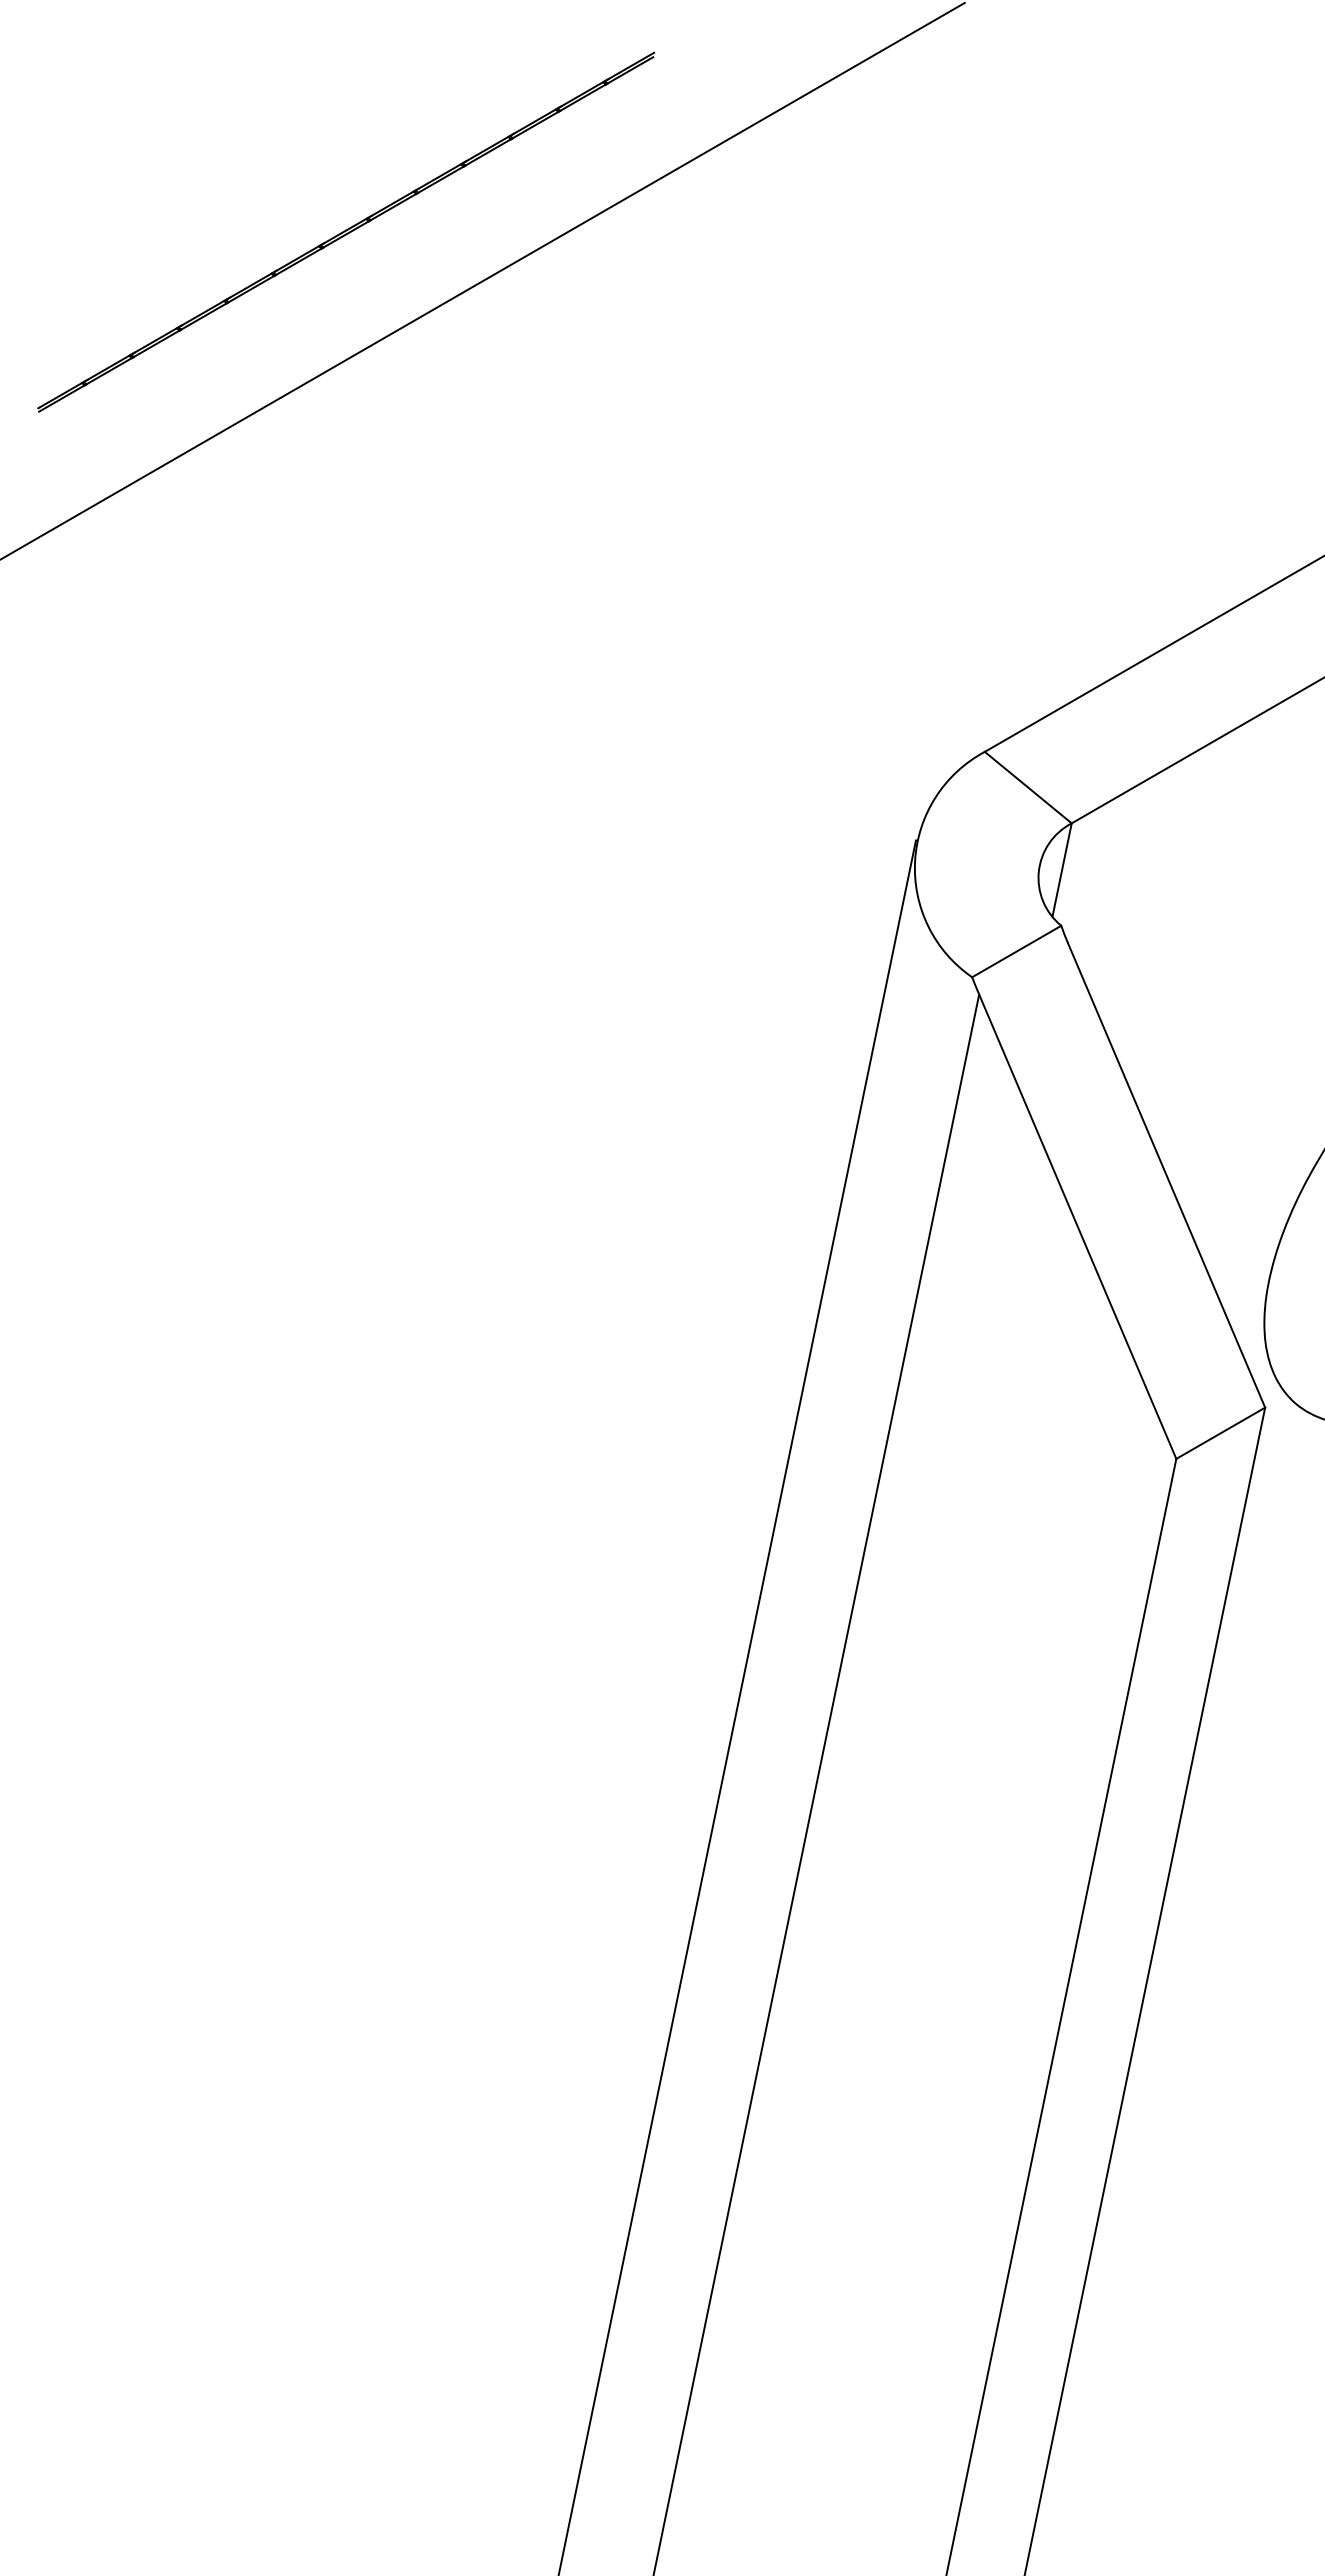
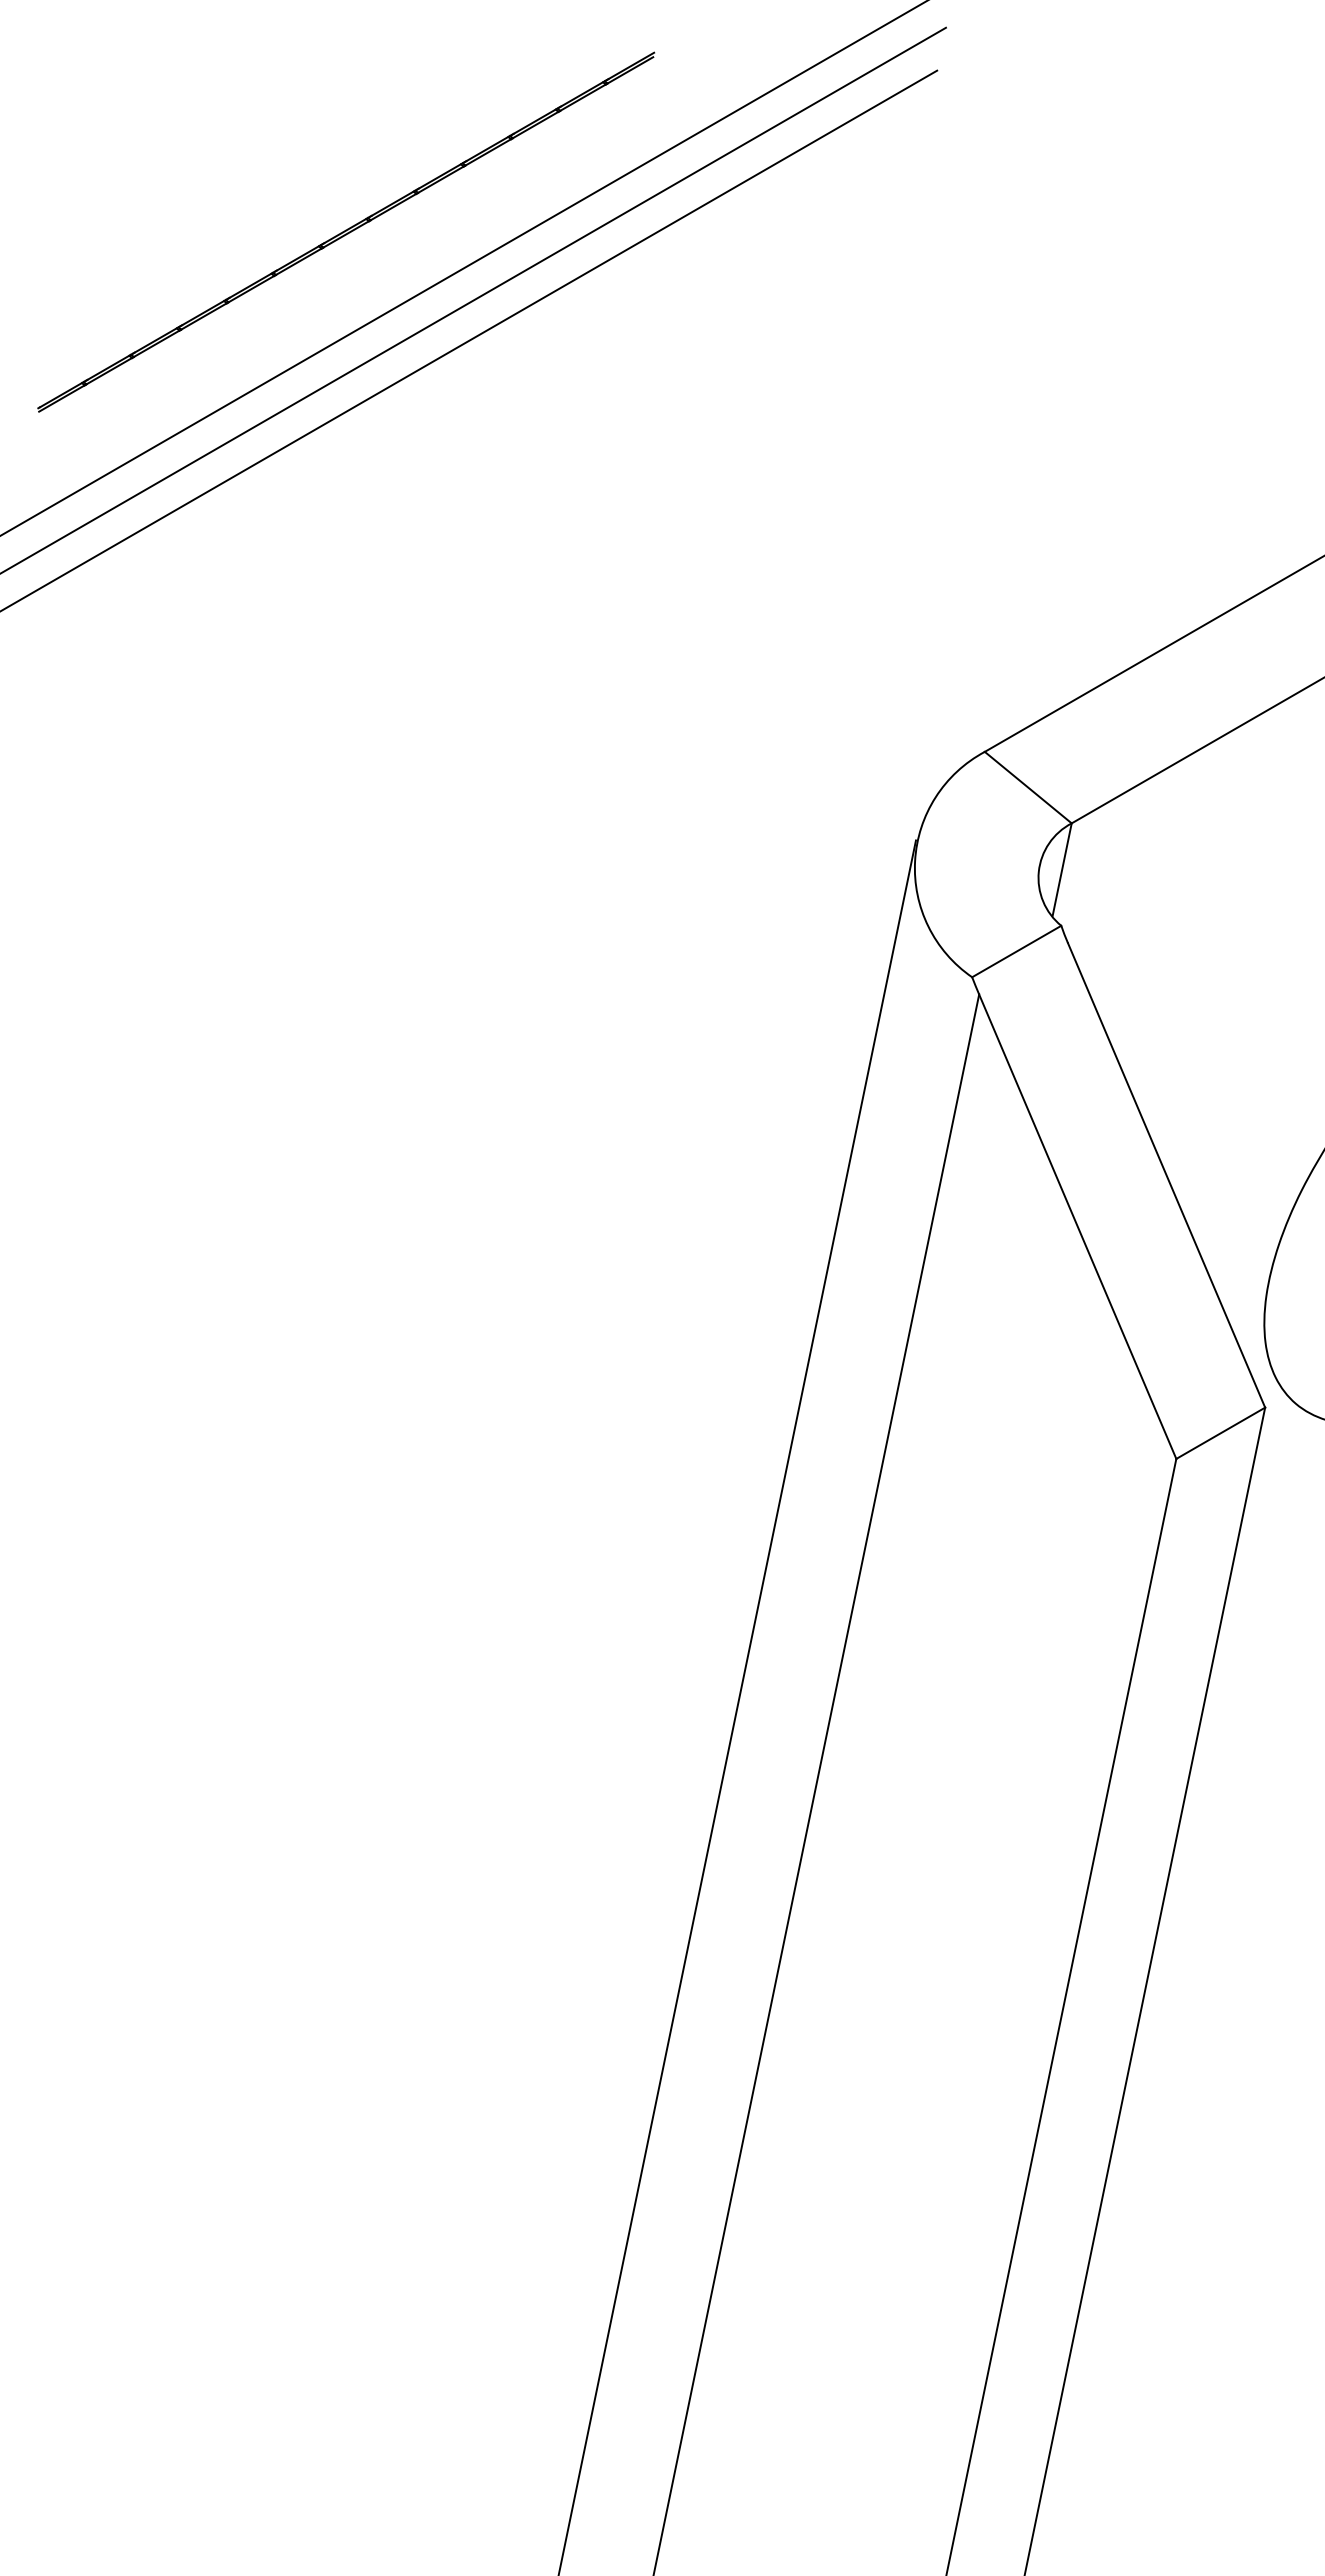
line at (483, 280) position: (483, 280) -> (463, 268)
line at (474, 299): none -> present
line at (469, 340): none -> present
